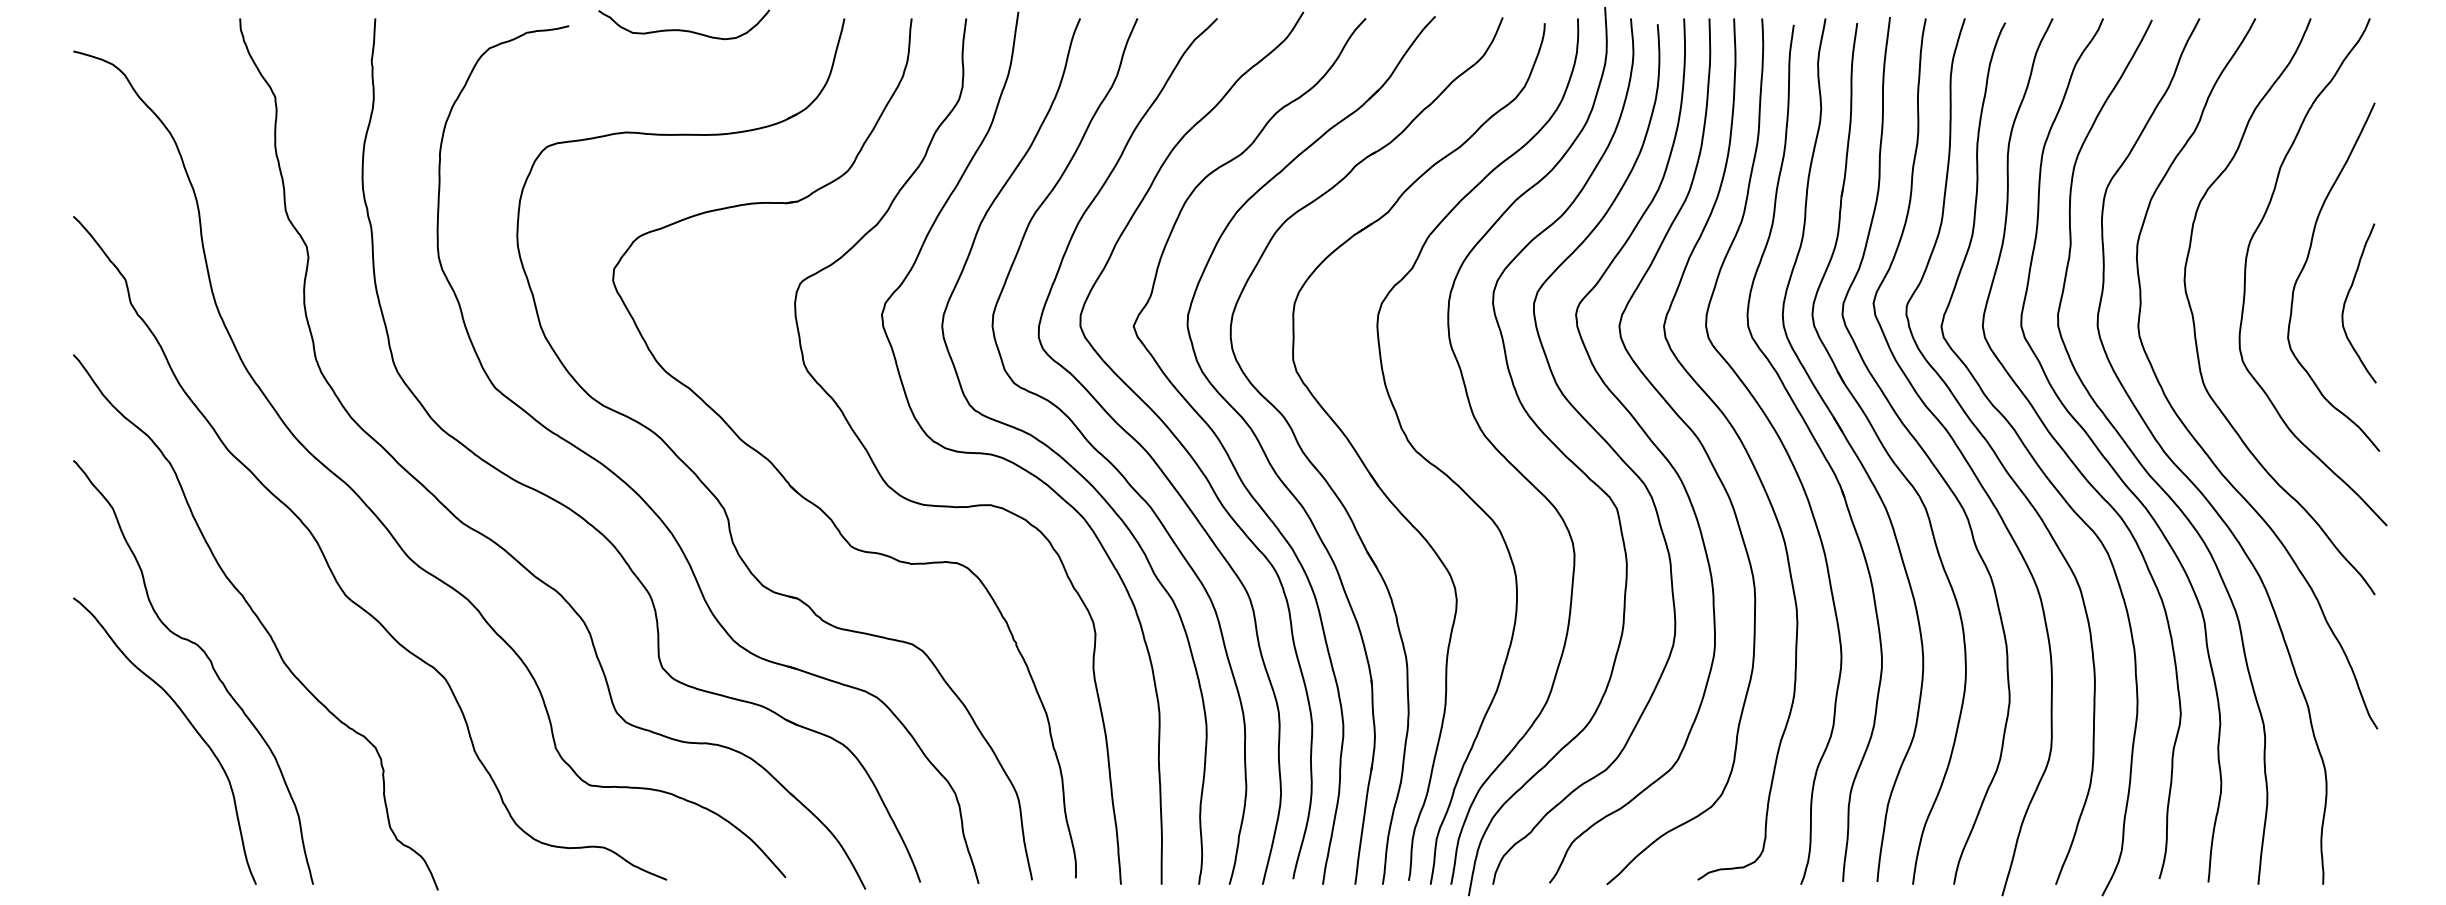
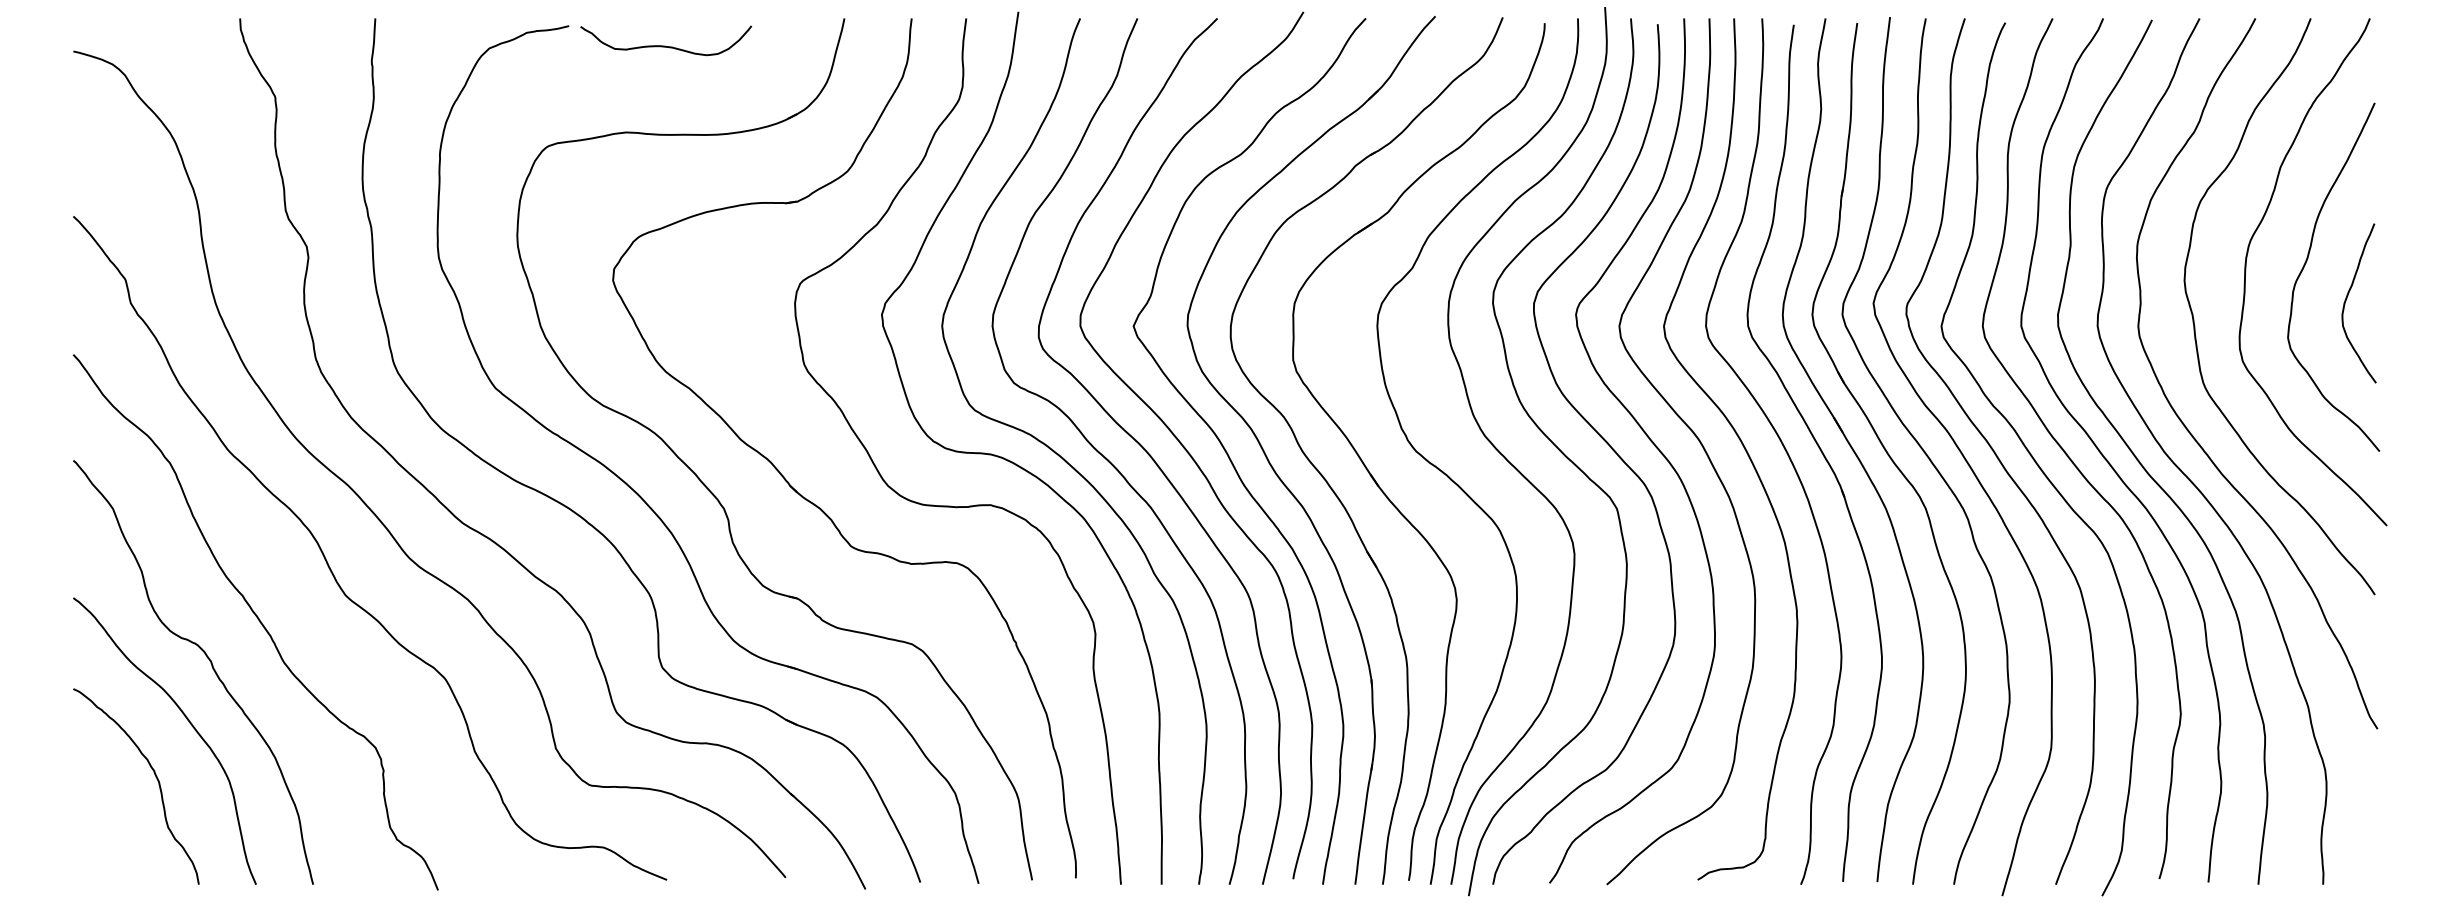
curve at (683, 29) position: (683, 29) -> (665, 45)
curve at (155, 777): none -> present
